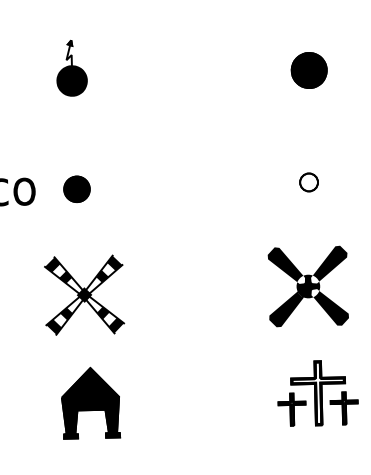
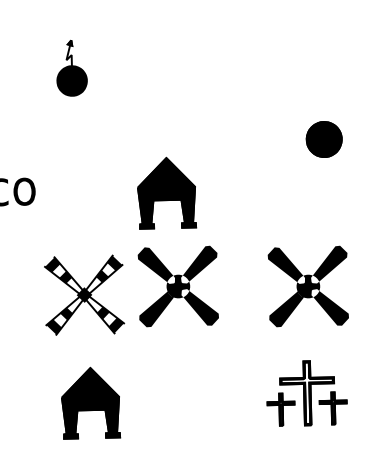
part at (308, 70) position: (308, 70) -> (323, 139)
part at (308, 182): present -> none
part at (76, 188): present -> none
part at (167, 192): none -> present
part at (177, 286): none -> present
part at (317, 393) position: (317, 393) -> (306, 393)
